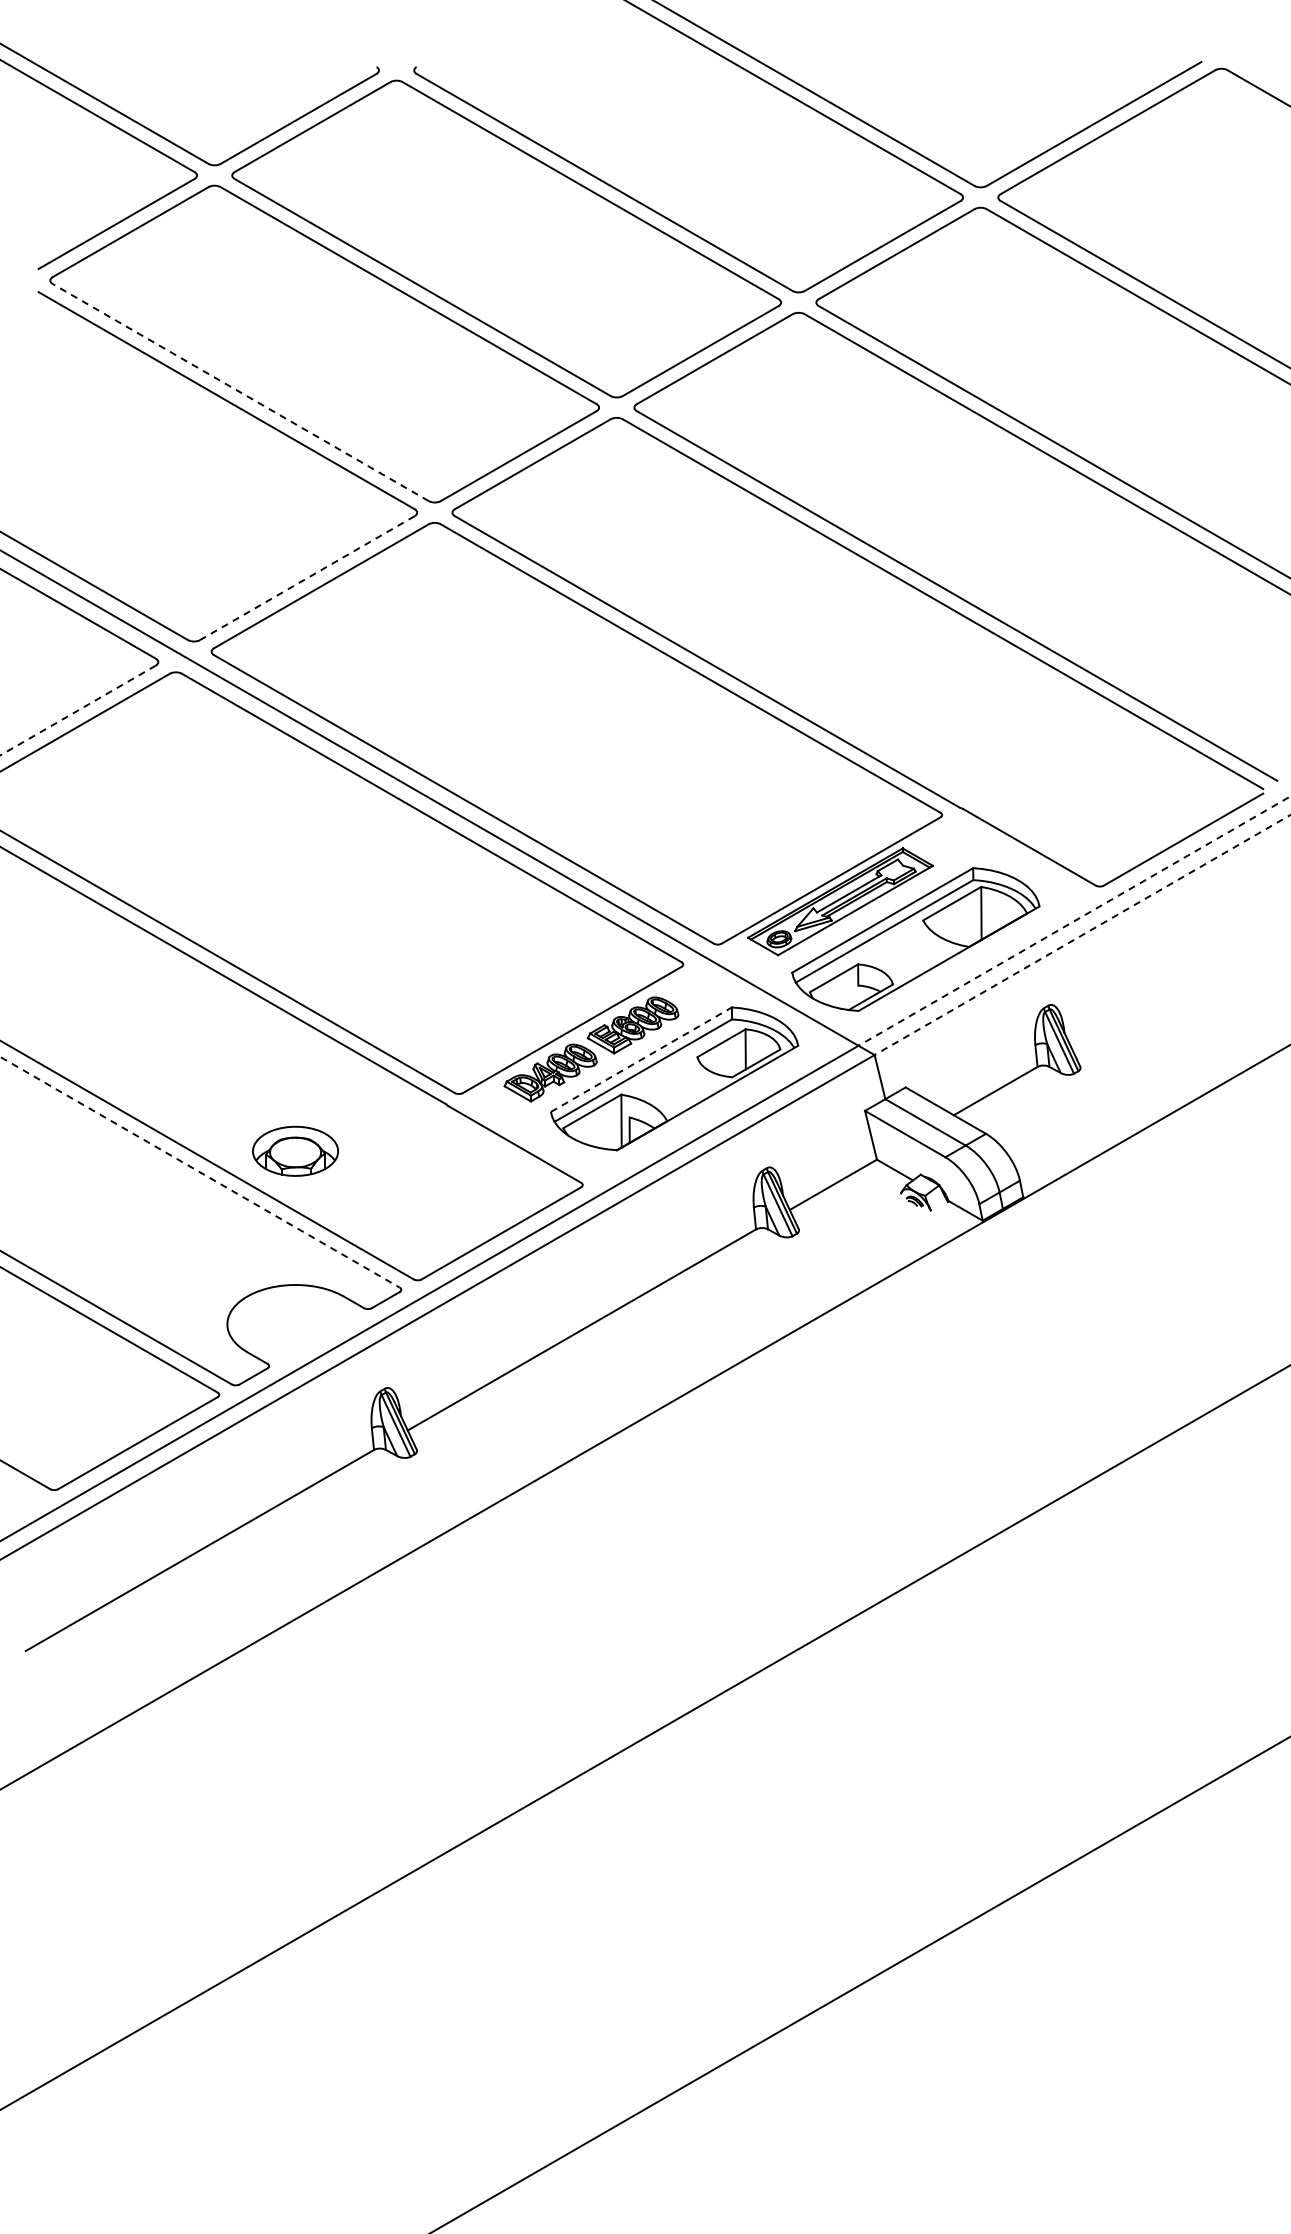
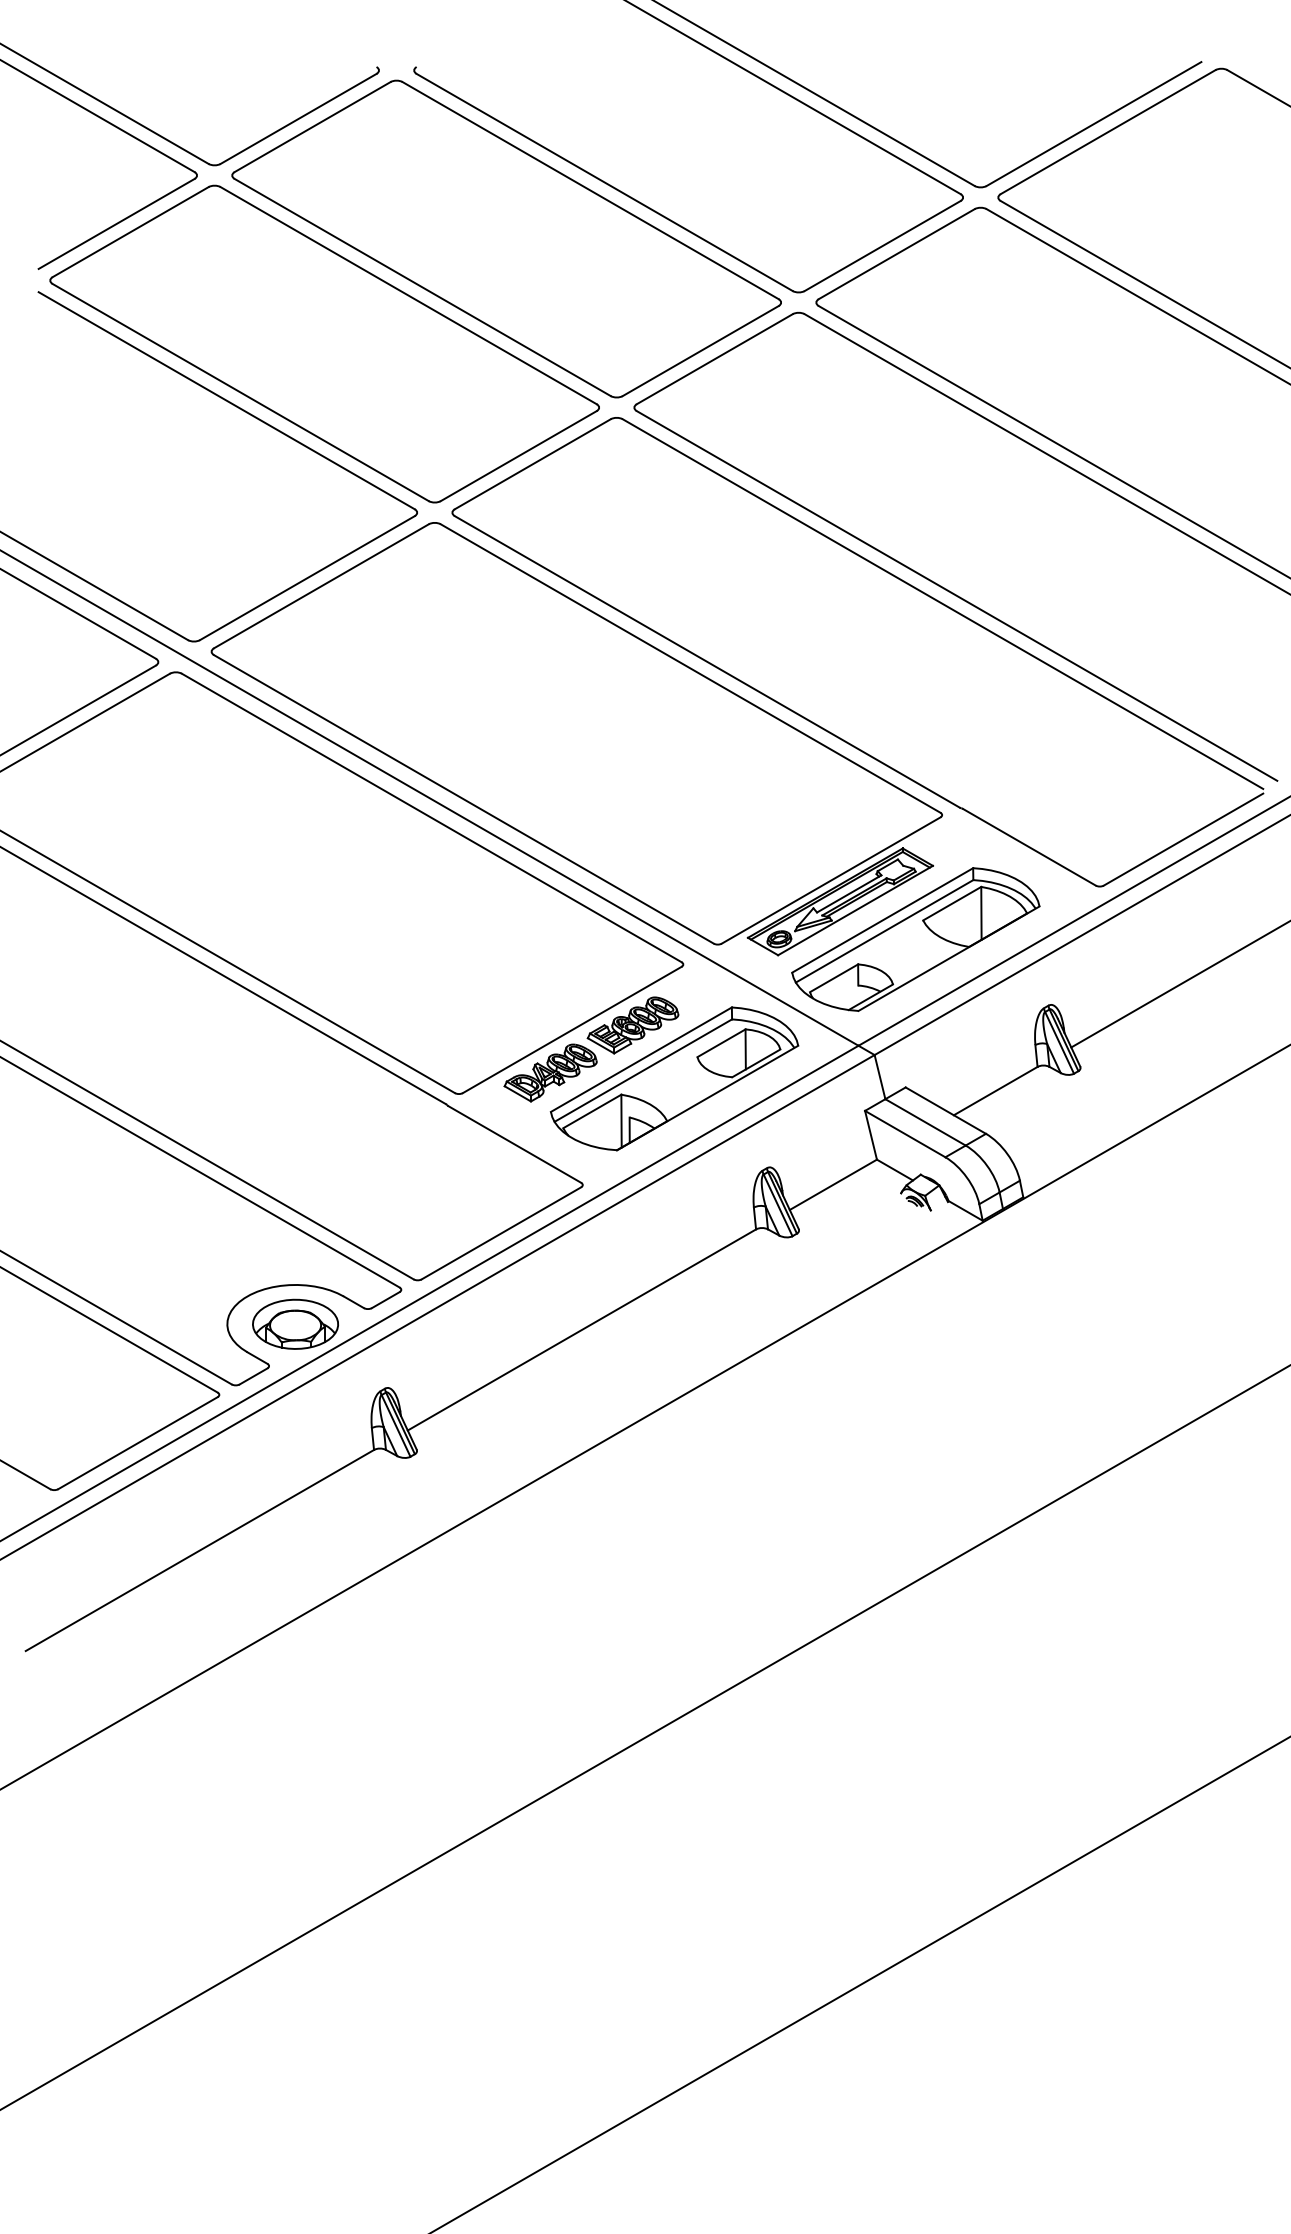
line at (240, 392): dashed -> solid
line at (307, 578): dashed -> solid
line at (77, 710): dashed -> solid
line at (1074, 921): dashed -> solid
line at (1082, 935): dashed -> solid
line at (1179, 984): none -> present
line at (641, 1059): dashed -> solid
part at (295, 1150) position: (295, 1150) -> (295, 1323)
line at (200, 1172): dashed -> solid
